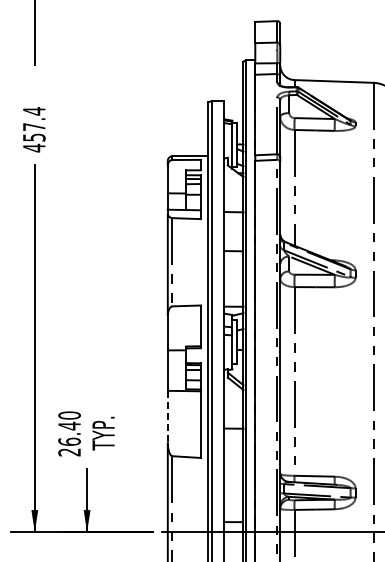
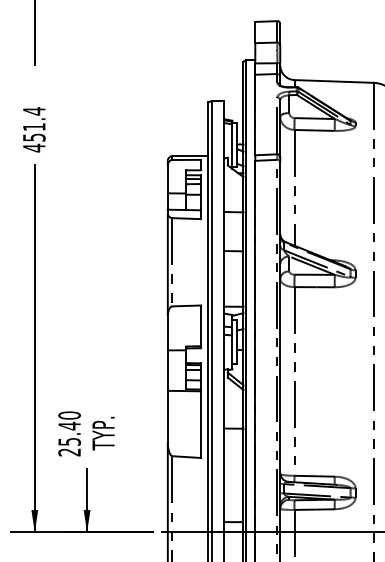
text at (34, 126): 457.4 -> 451.4
line at (167, 416): dashed -> solid
text at (69, 441): 26.40 -> 25.40
